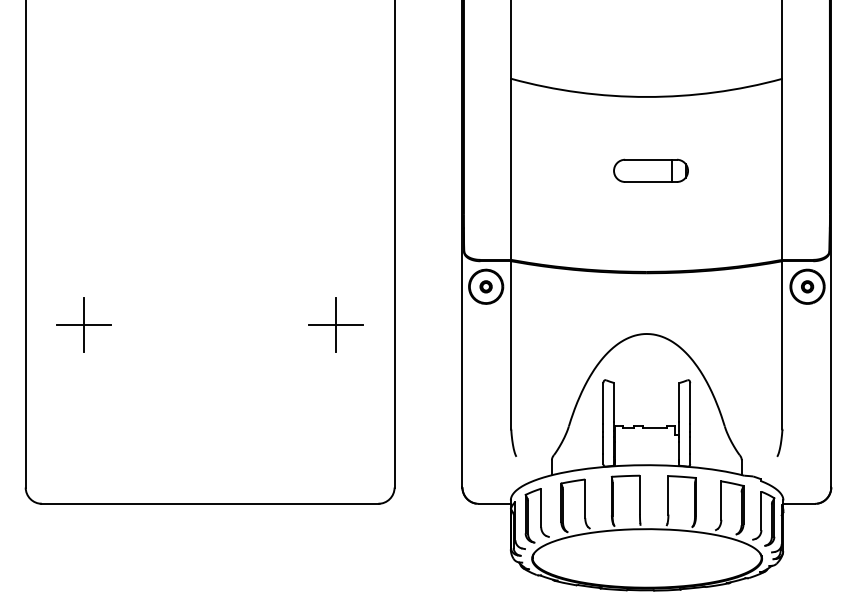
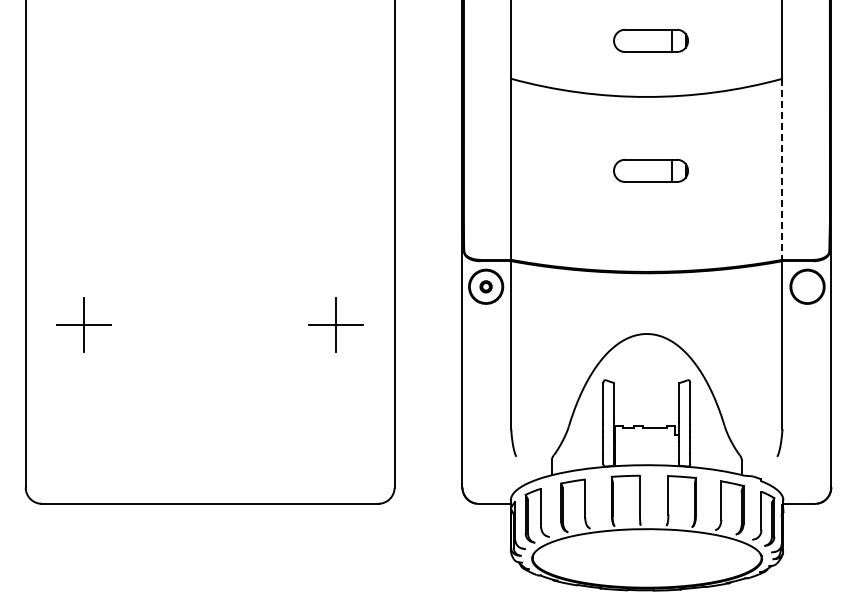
part at (650, 40): none -> present
line at (782, 169): solid -> dashed
part at (807, 286): present -> none
